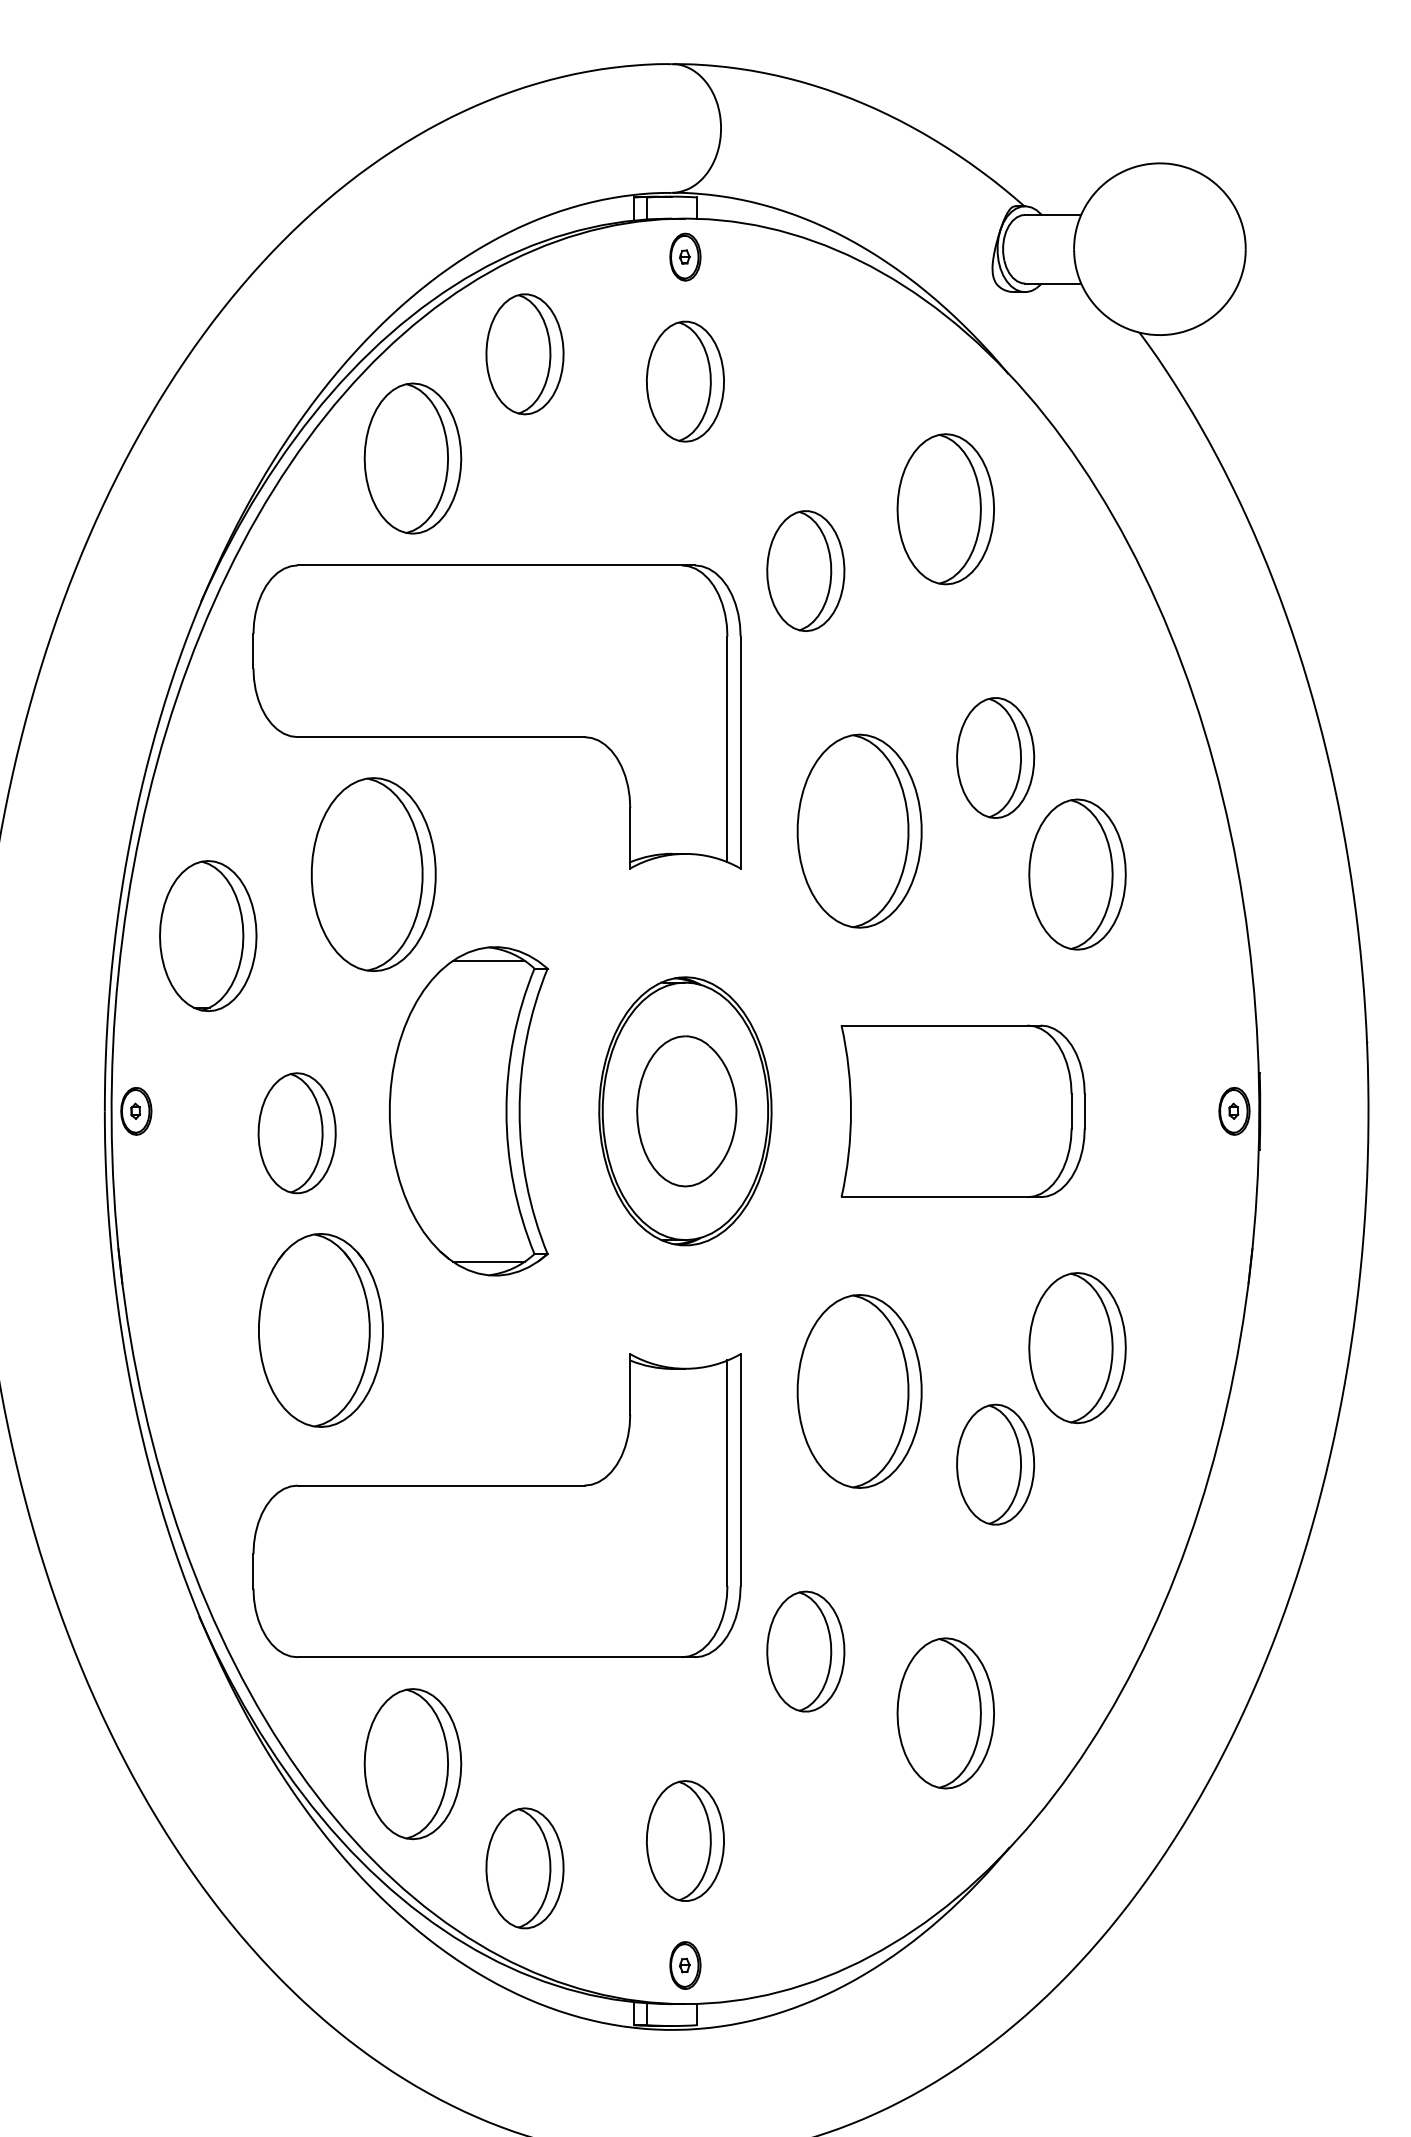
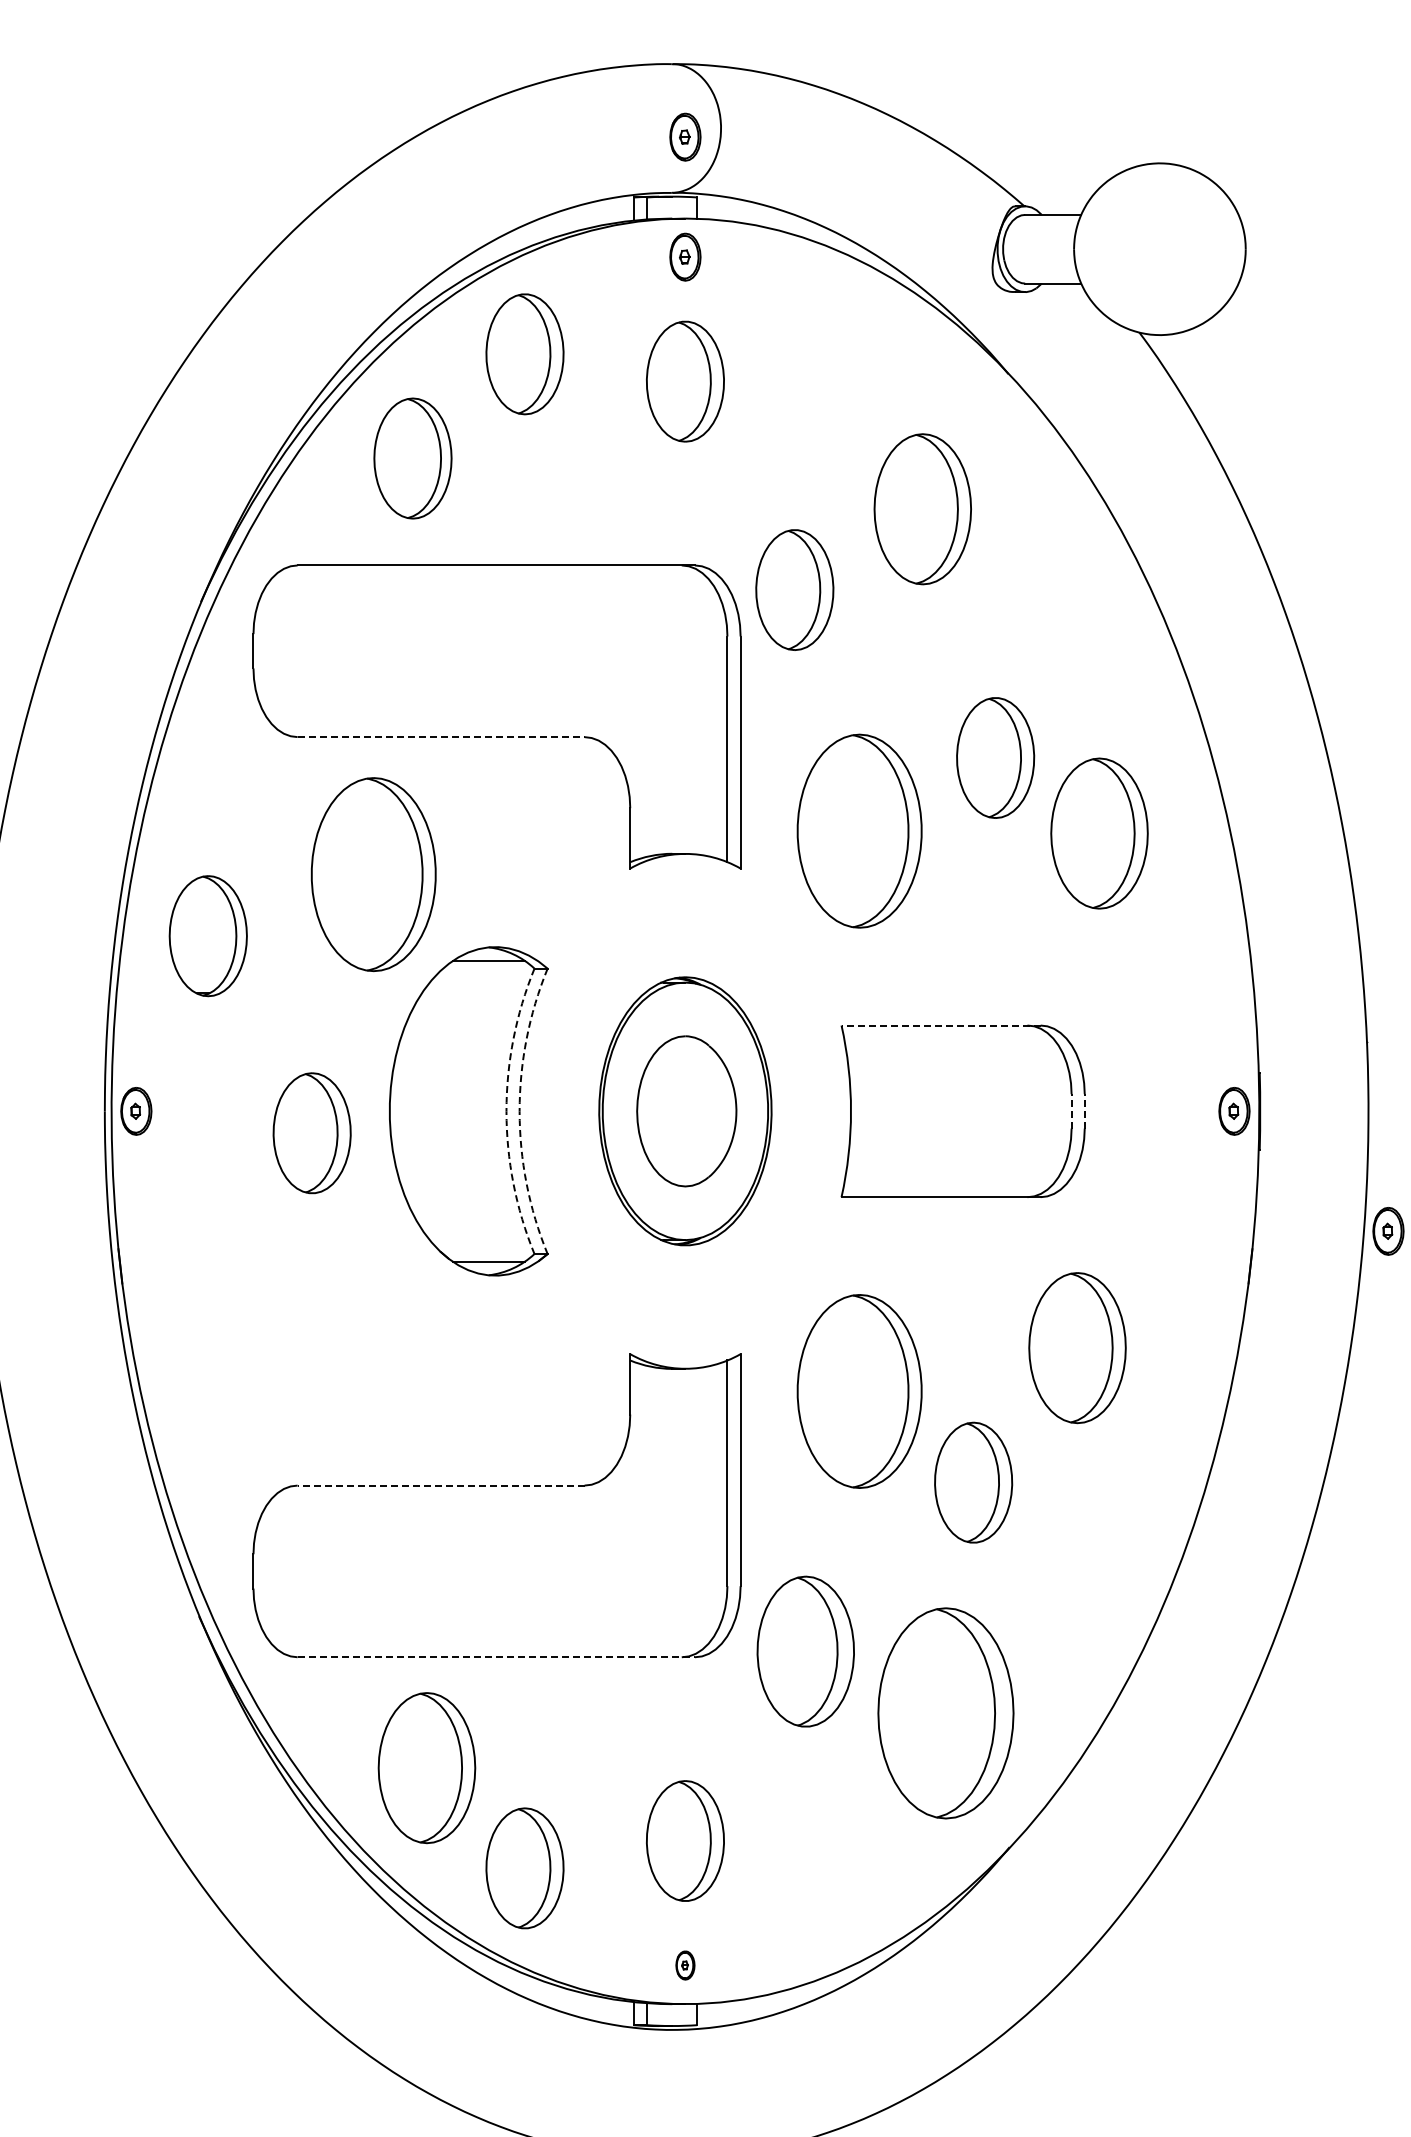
part at (685, 136): none -> present
part at (412, 458) size: 100x153 px -> 80x123 px
part at (945, 509) position: (945, 509) -> (922, 509)
part at (805, 570) position: (805, 570) -> (794, 589)
line at (441, 737): solid -> dashed
part at (1077, 874) position: (1077, 874) -> (1099, 833)
part at (208, 936) size: 99x153 px -> 80x123 px
line at (941, 1025): solid -> dashed
line at (1071, 1110): solid -> dashed
line at (1084, 1110): solid -> dashed
arc at (506, 1111): solid -> dashed
arc at (519, 1111): solid -> dashed
part at (296, 1133) position: (296, 1133) -> (311, 1133)
part at (1388, 1231): none -> present
part at (320, 1330): present -> none
part at (995, 1464) position: (995, 1464) -> (973, 1482)
line at (440, 1485): solid -> dashed
part at (805, 1651) size: 80x123 px -> 99x153 px
line at (496, 1657): solid -> dashed
part at (945, 1713) size: 99x153 px -> 138x213 px
part at (412, 1764) position: (412, 1764) -> (426, 1768)
part at (685, 1965) size: 33x49 px -> 21x31 px
